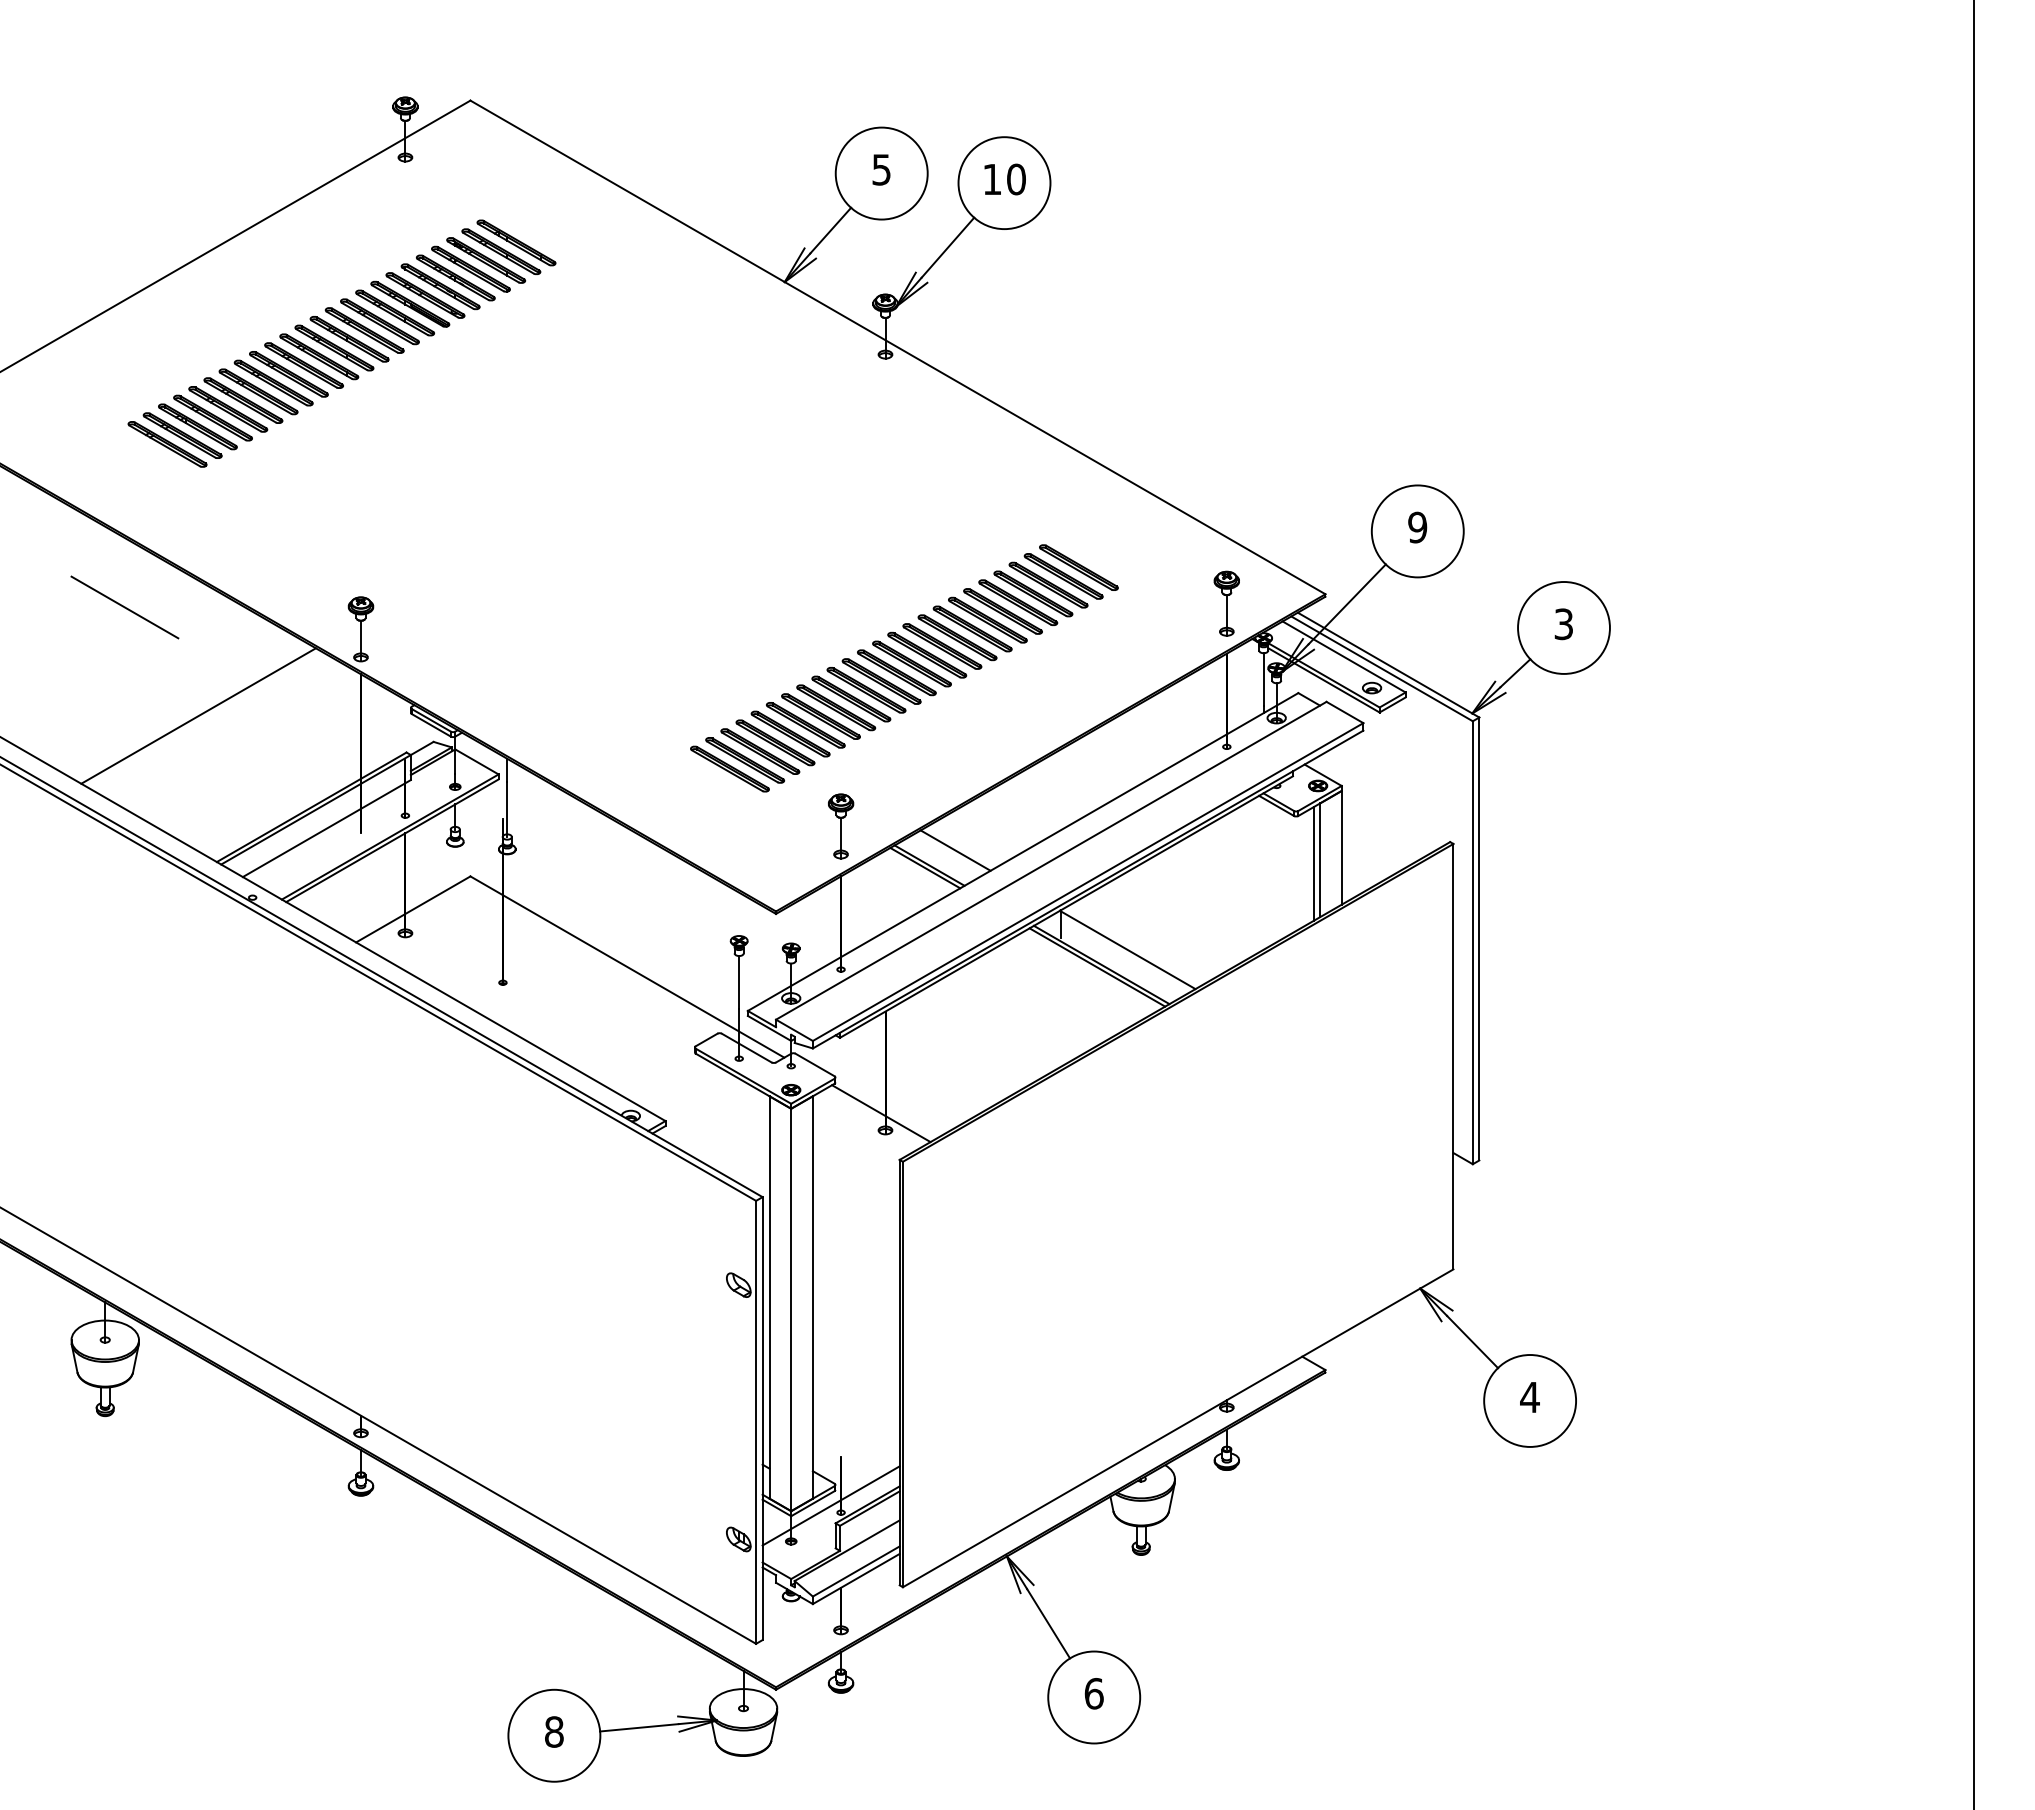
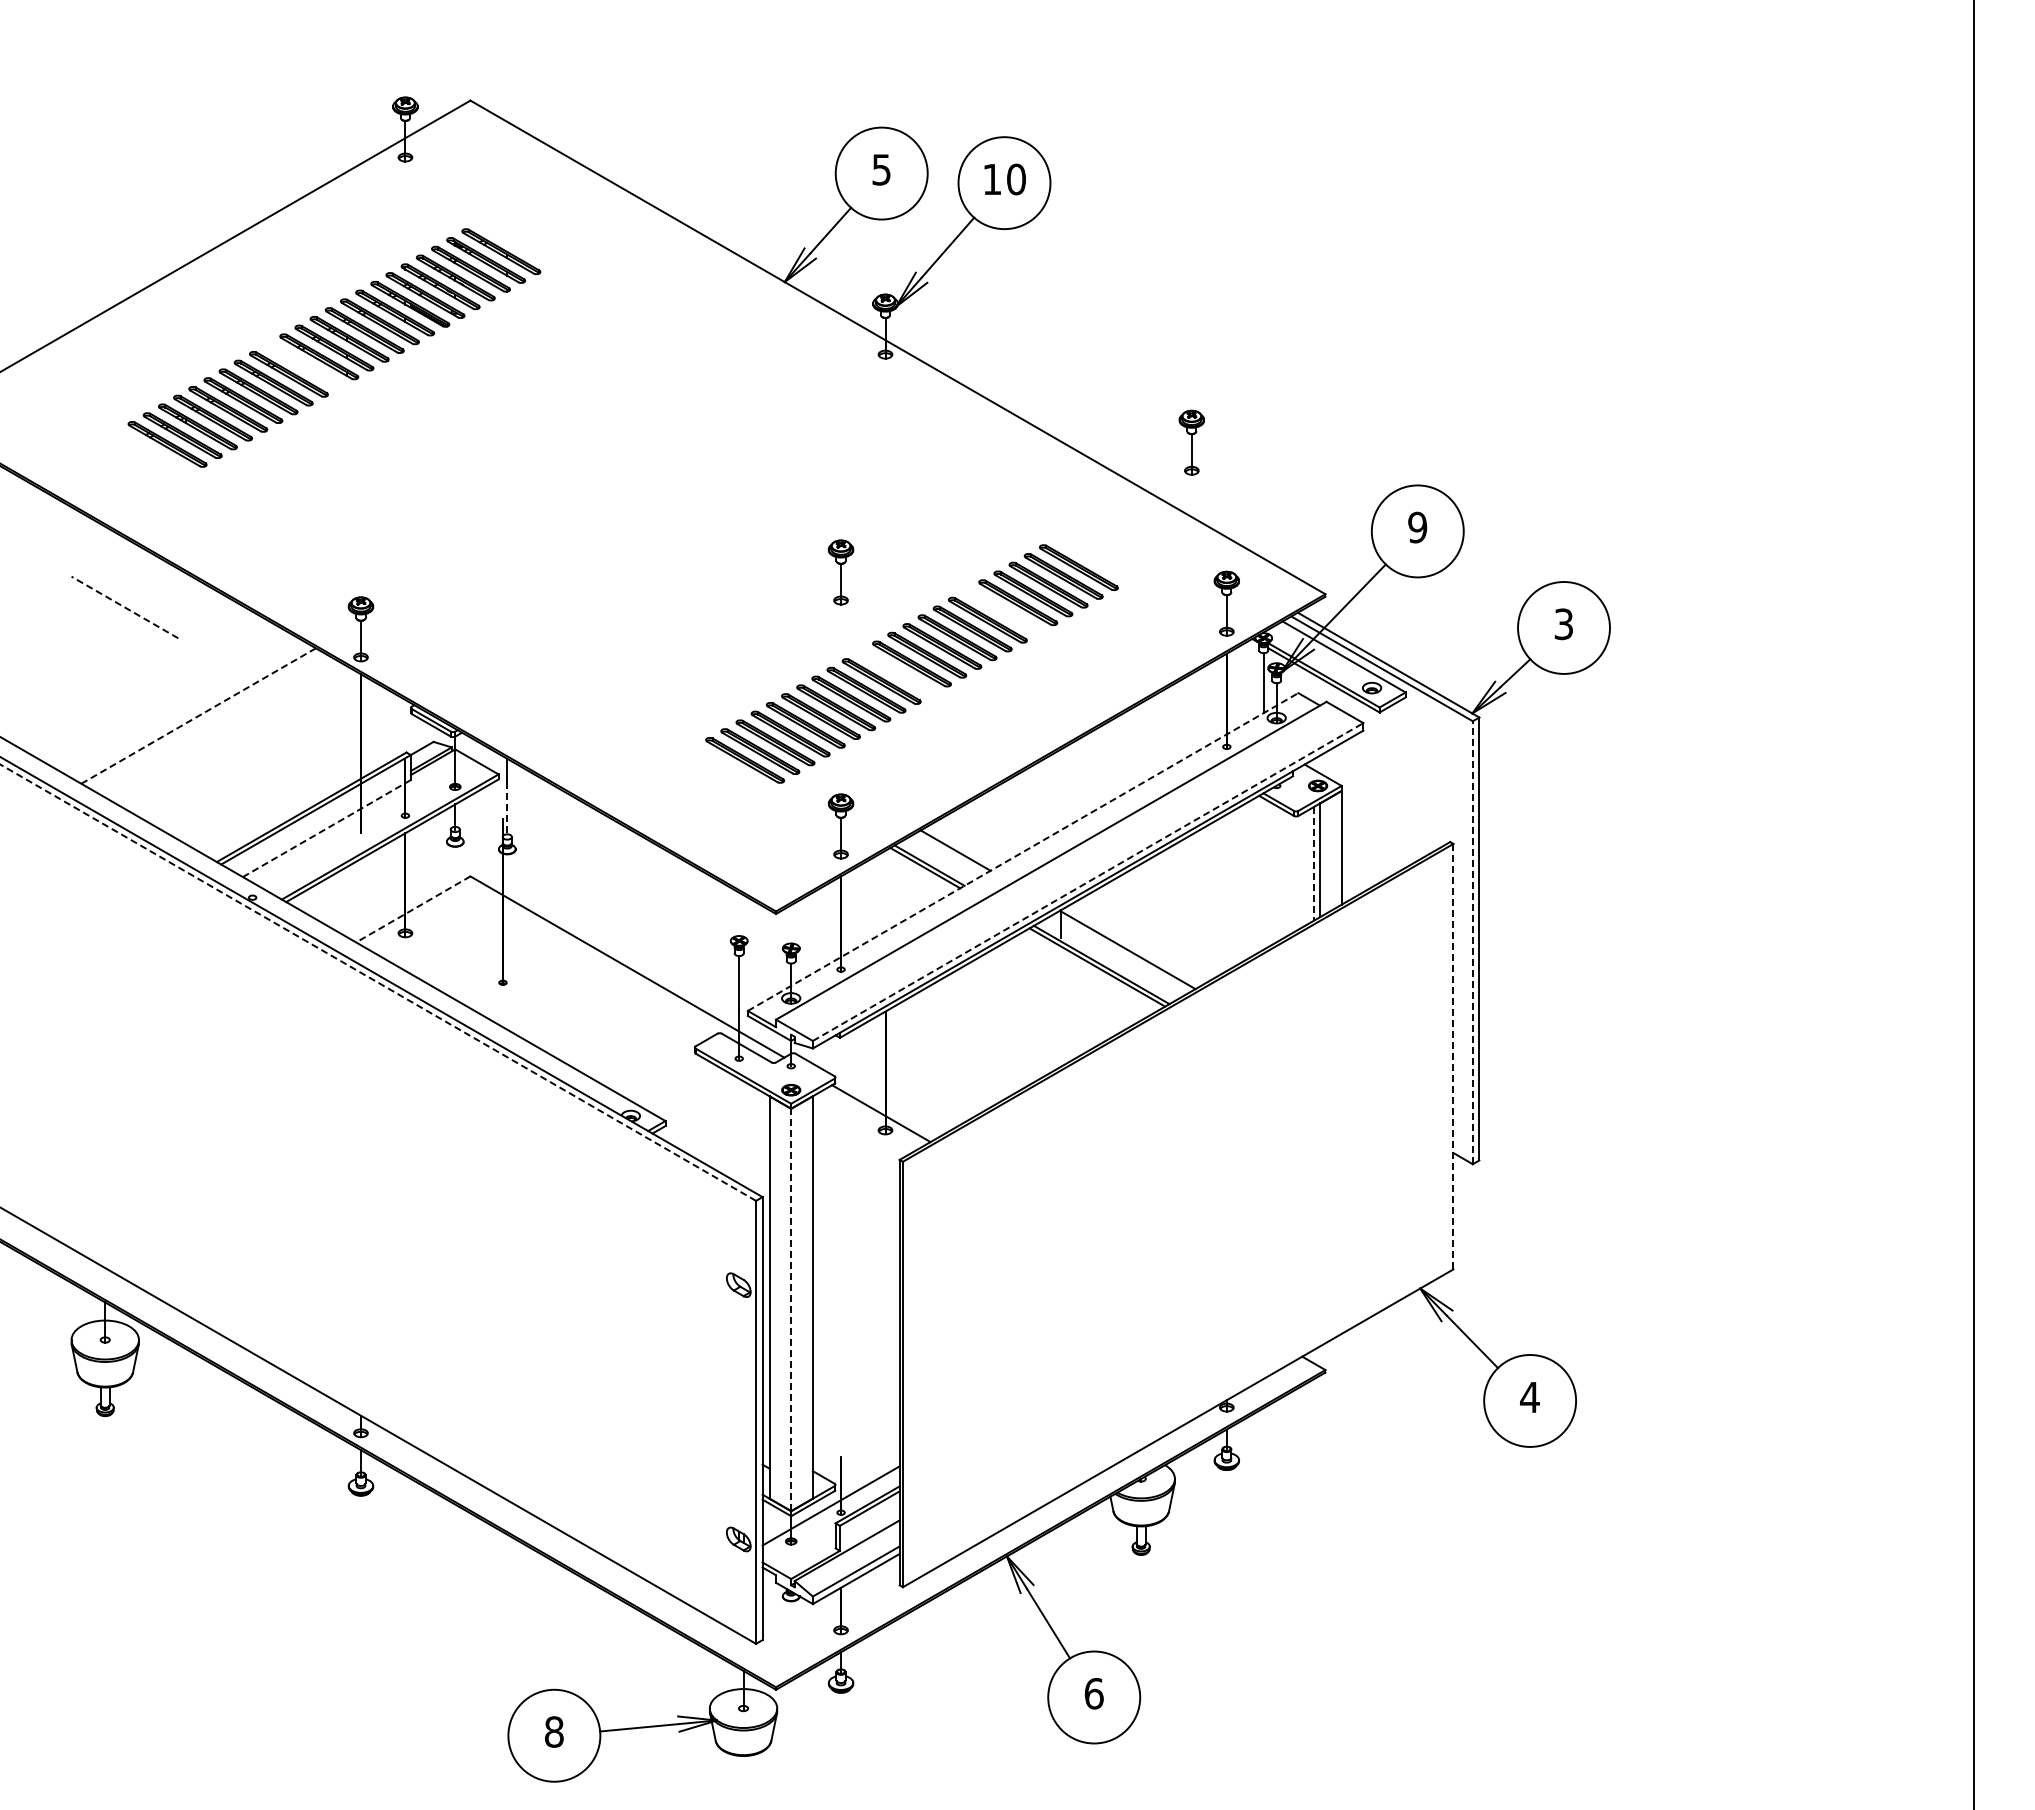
part at (516, 242): present -> none
part at (303, 365): present -> none
part at (1191, 442): none -> present
part at (841, 572): none -> present
line at (124, 607): solid -> dashed
part at (1002, 611): present -> none
part at (896, 672): present -> none
line at (199, 715): solid -> dashed
part at (729, 768): present -> none
line at (507, 809): solid -> dashed
line at (326, 828): solid -> dashed
line at (1023, 852): solid -> dashed
line at (1313, 864): solid -> dashed
line at (1088, 882): solid -> dashed
line at (412, 909): solid -> dashed
line at (1472, 942): solid -> dashed
line at (377, 982): solid -> dashed
line at (1453, 1056): solid -> dashed
line at (791, 1309): solid -> dashed
